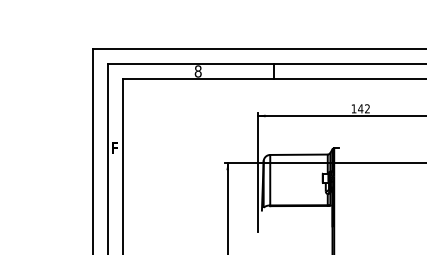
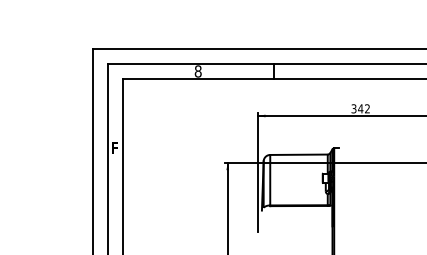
text at (353, 108): 142 -> 342
